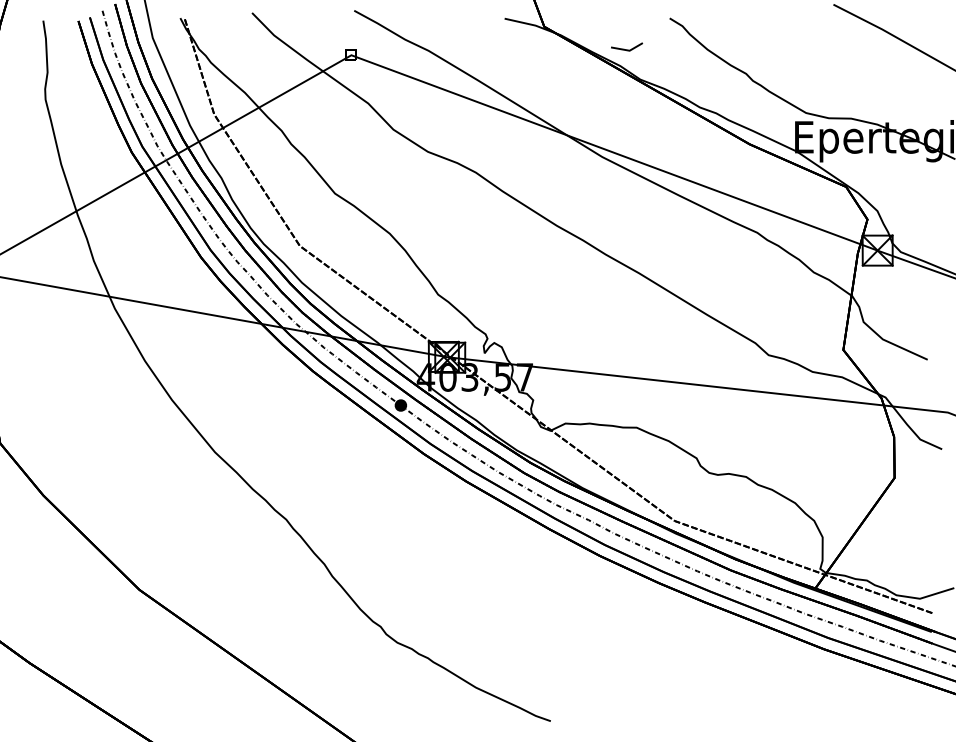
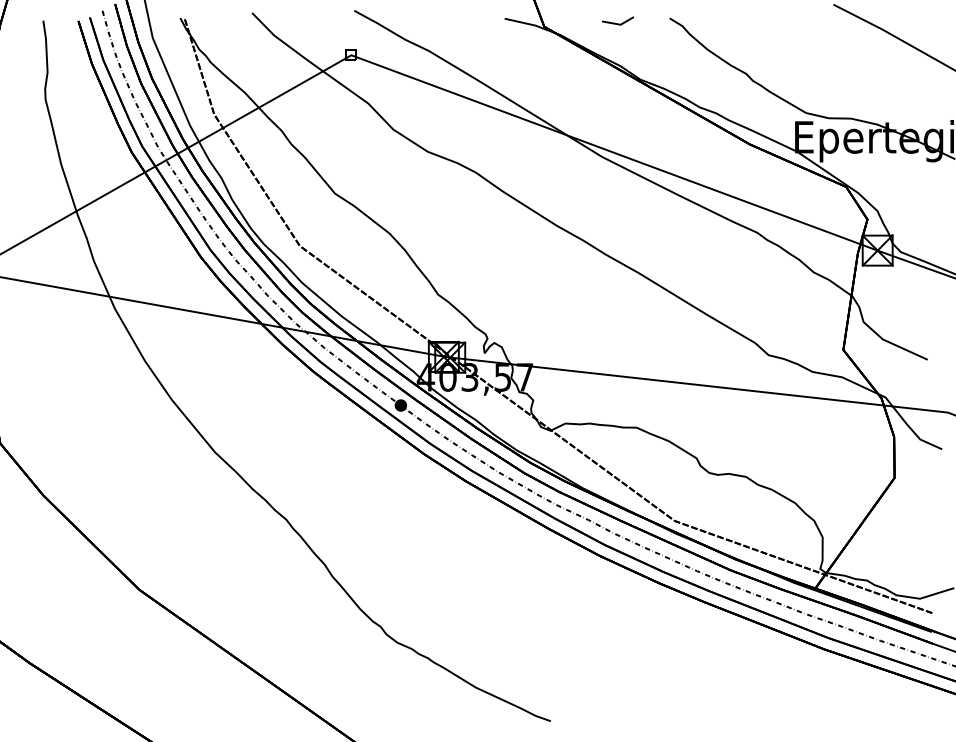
line at (627, 49) position: (627, 49) -> (618, 23)
